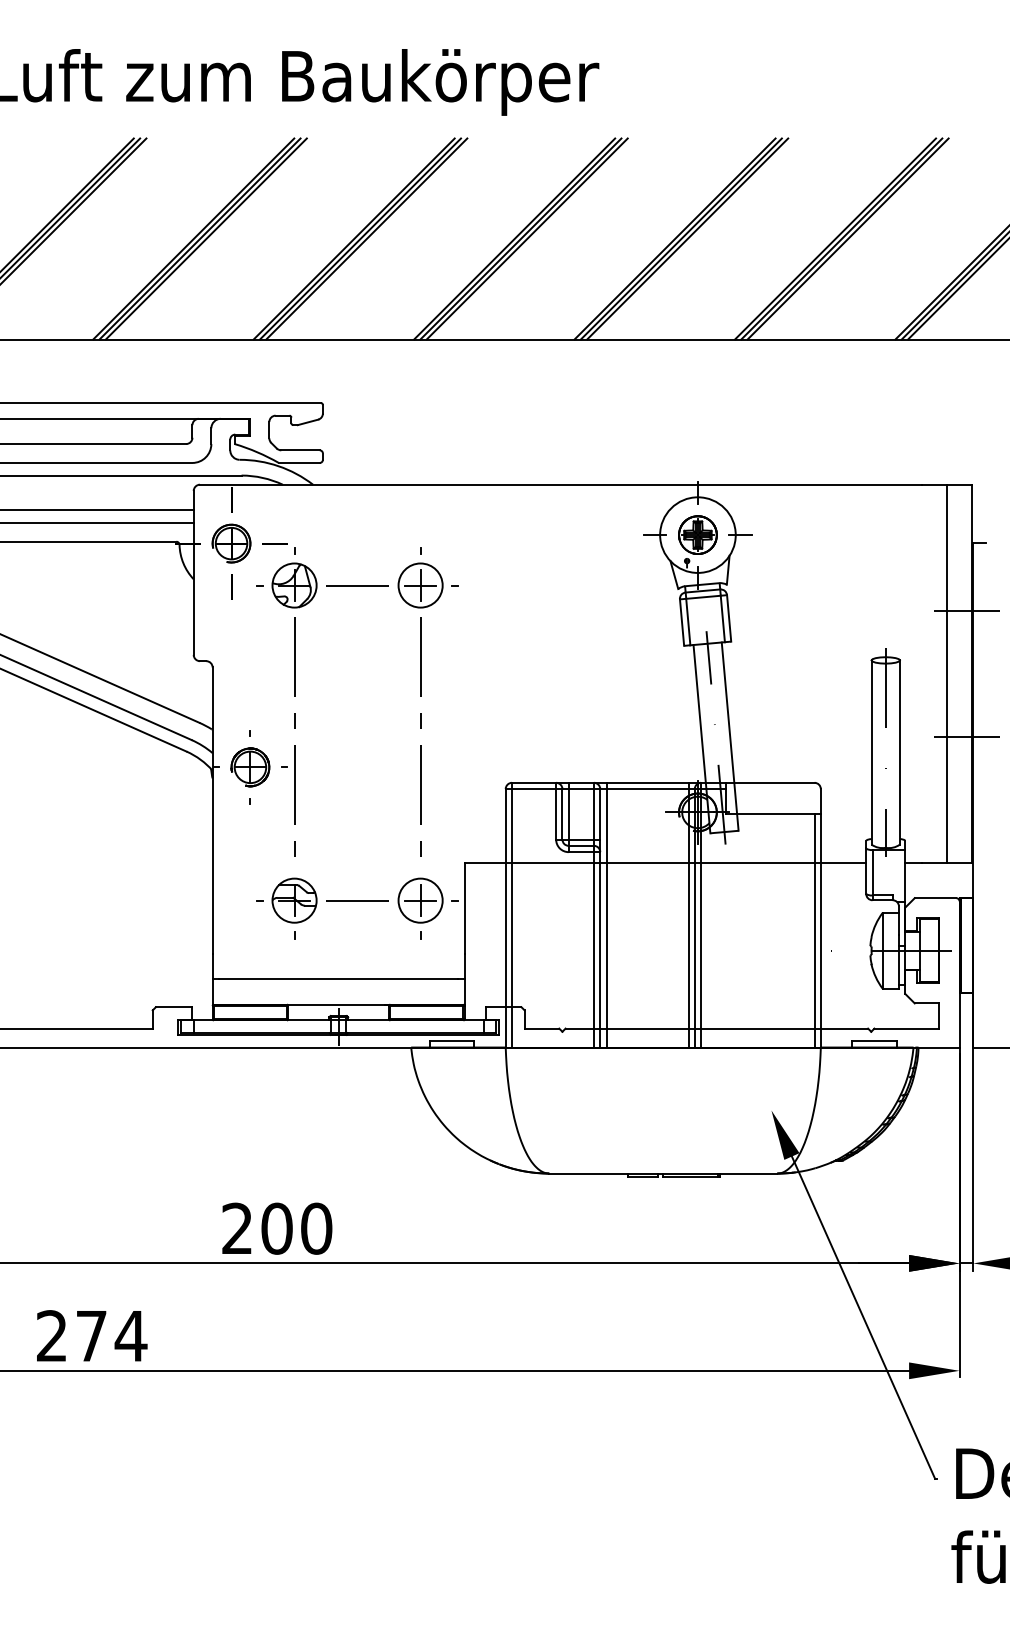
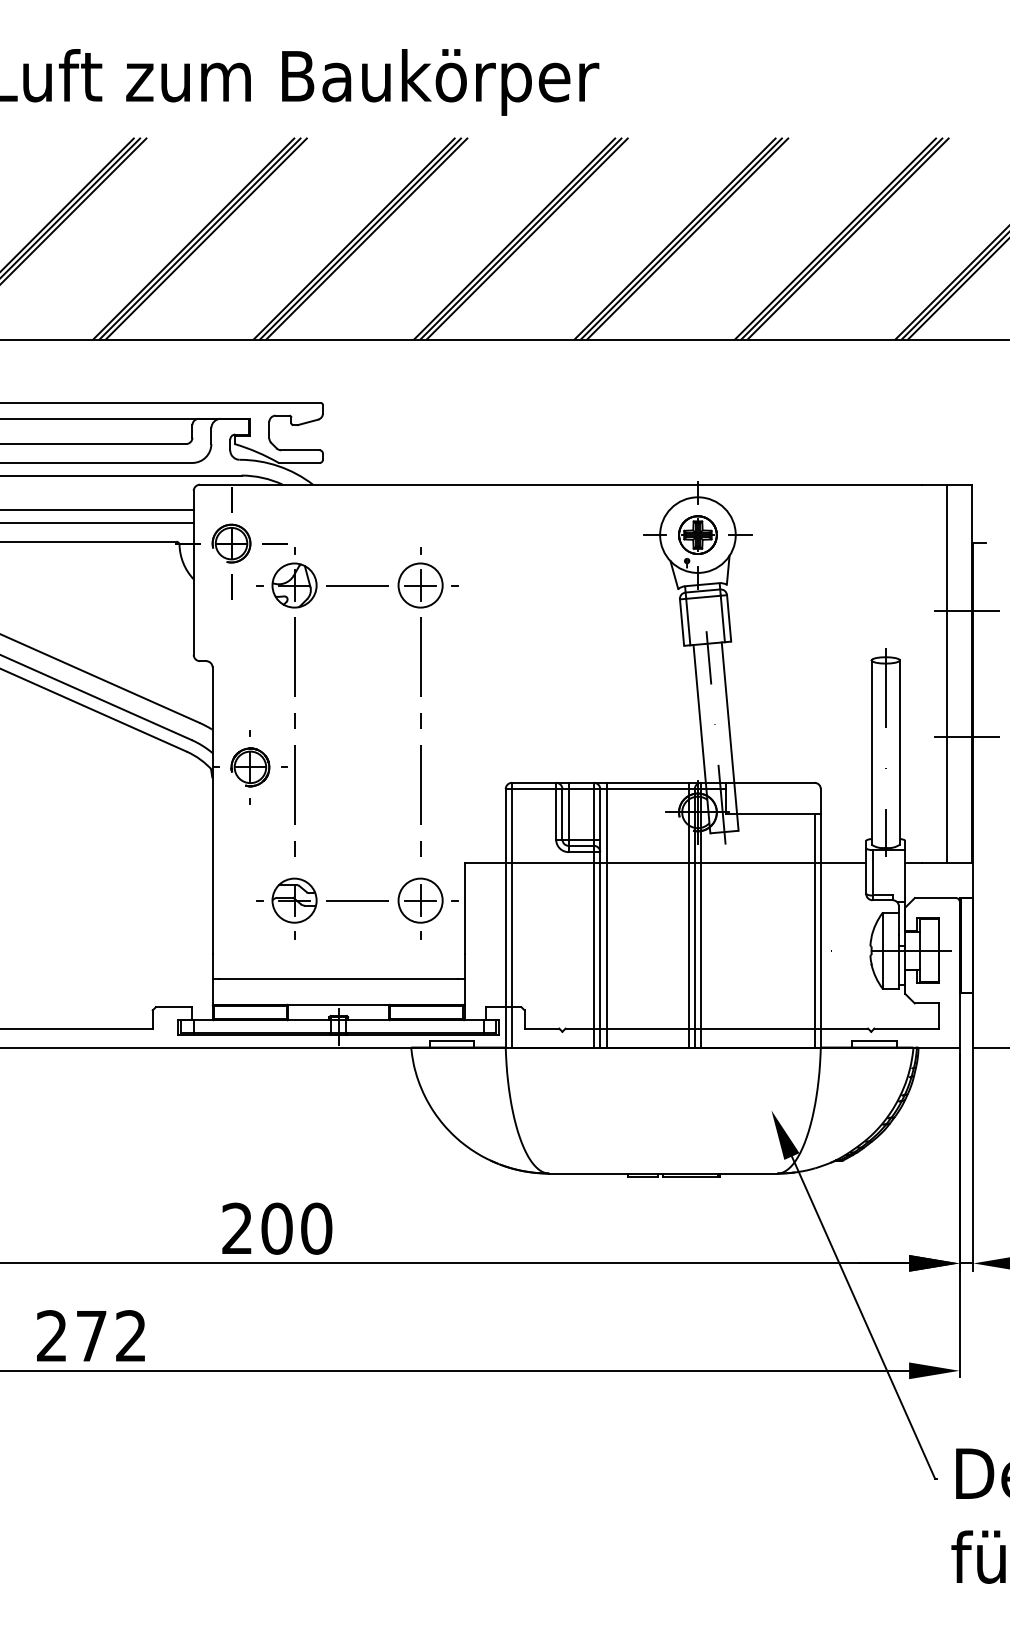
text at (130, 1335): 274 -> 272
